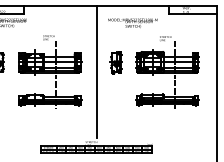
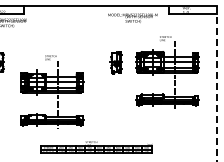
text at (132, 22) position: (132, 22) -> (132, 17)
part at (50, 71) position: (50, 71) -> (52, 91)
line at (96, 71): present -> none
line at (216, 84): solid -> dashed
